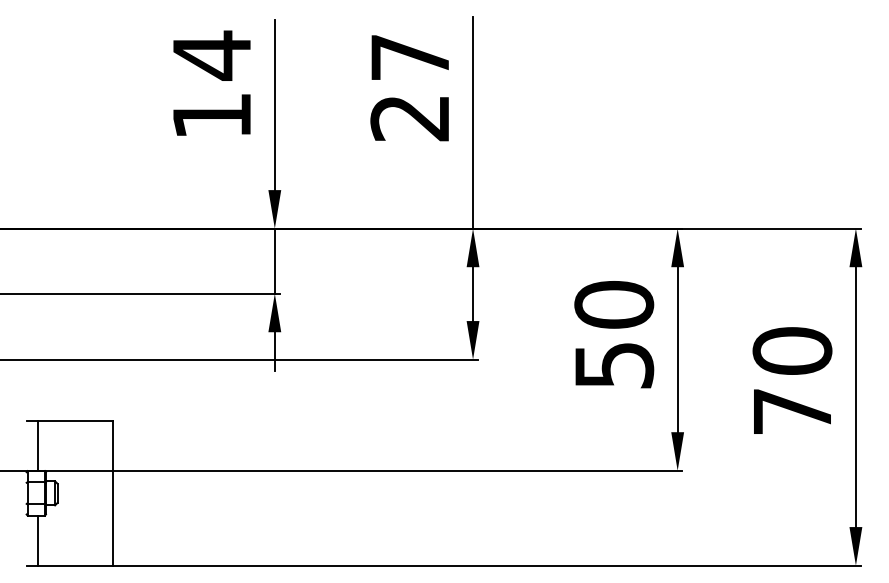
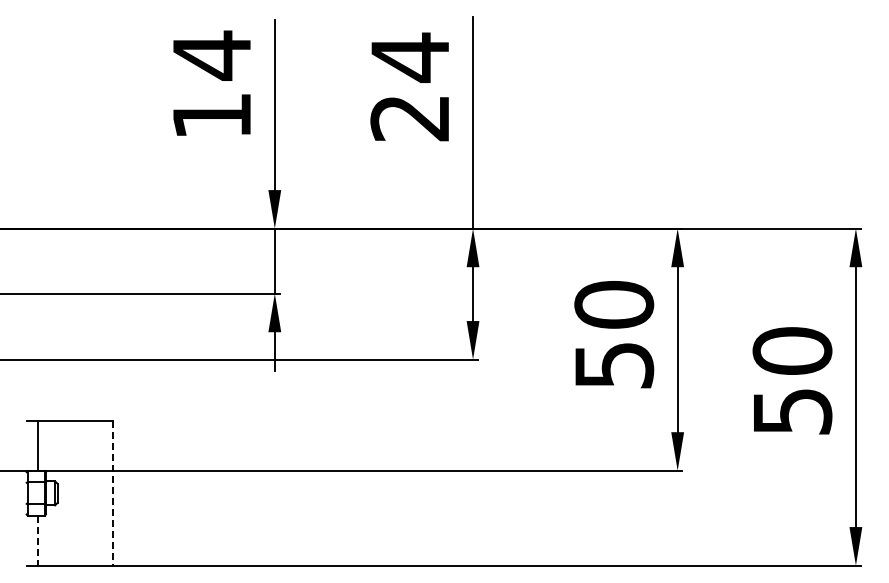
text at (409, 57): 27 -> 24
text at (793, 411): 70 -> 50
line at (113, 493): solid -> dashed
line at (38, 541): solid -> dashed
